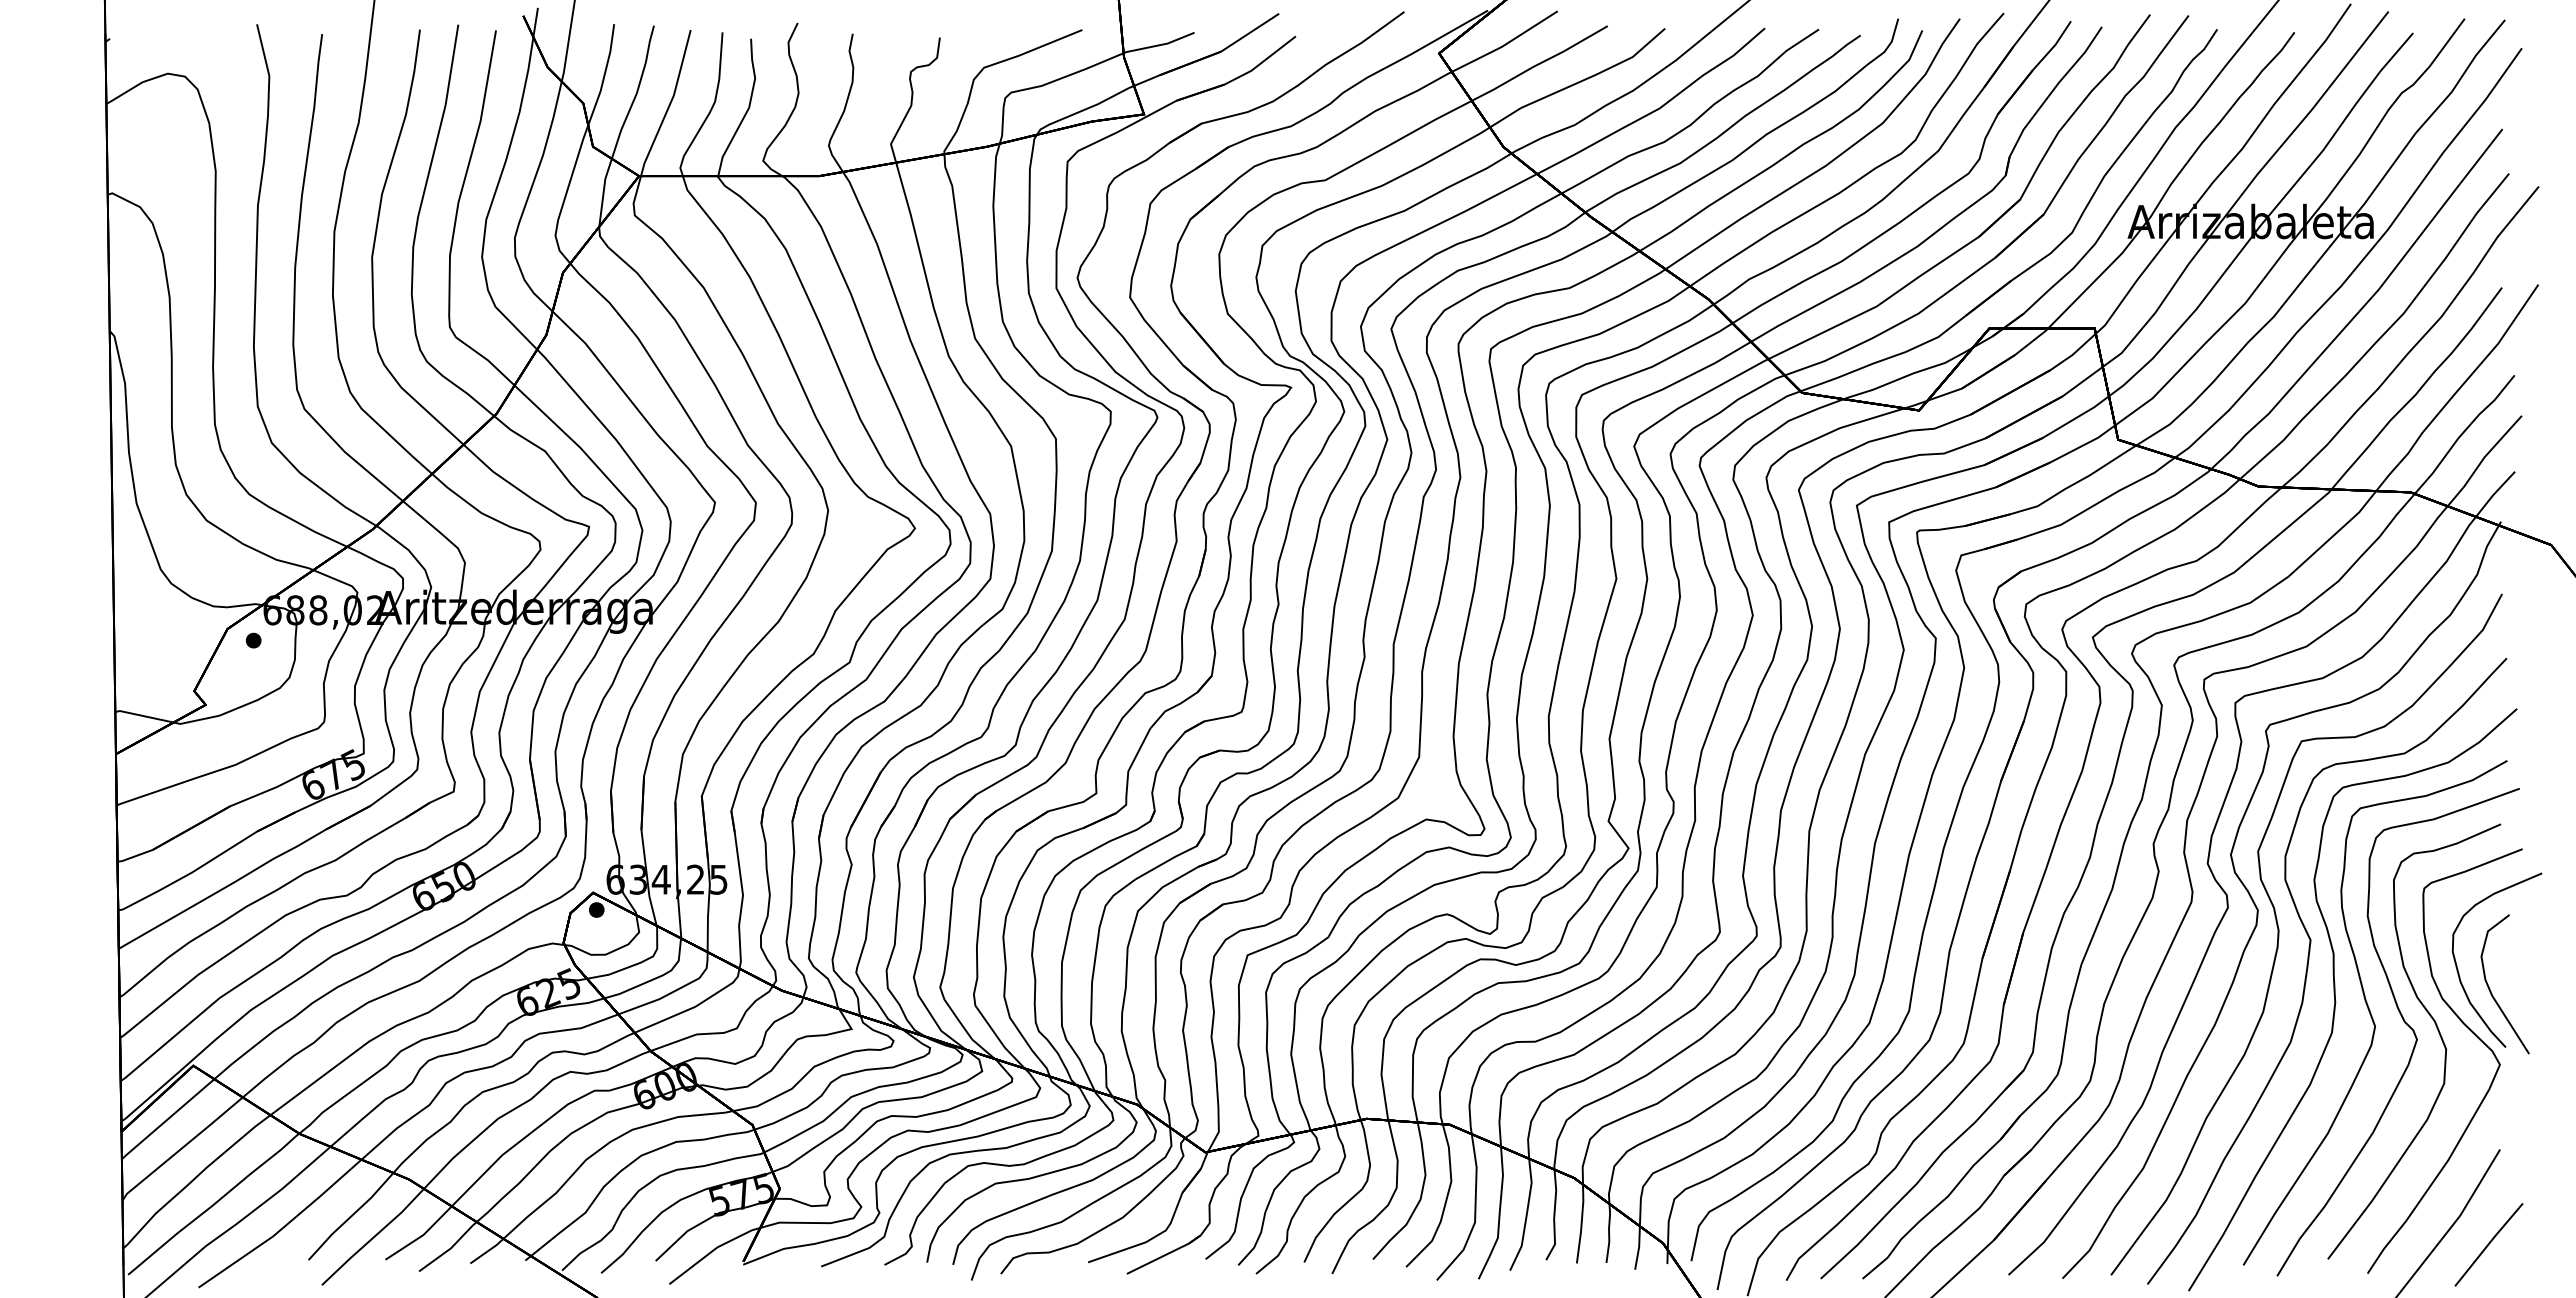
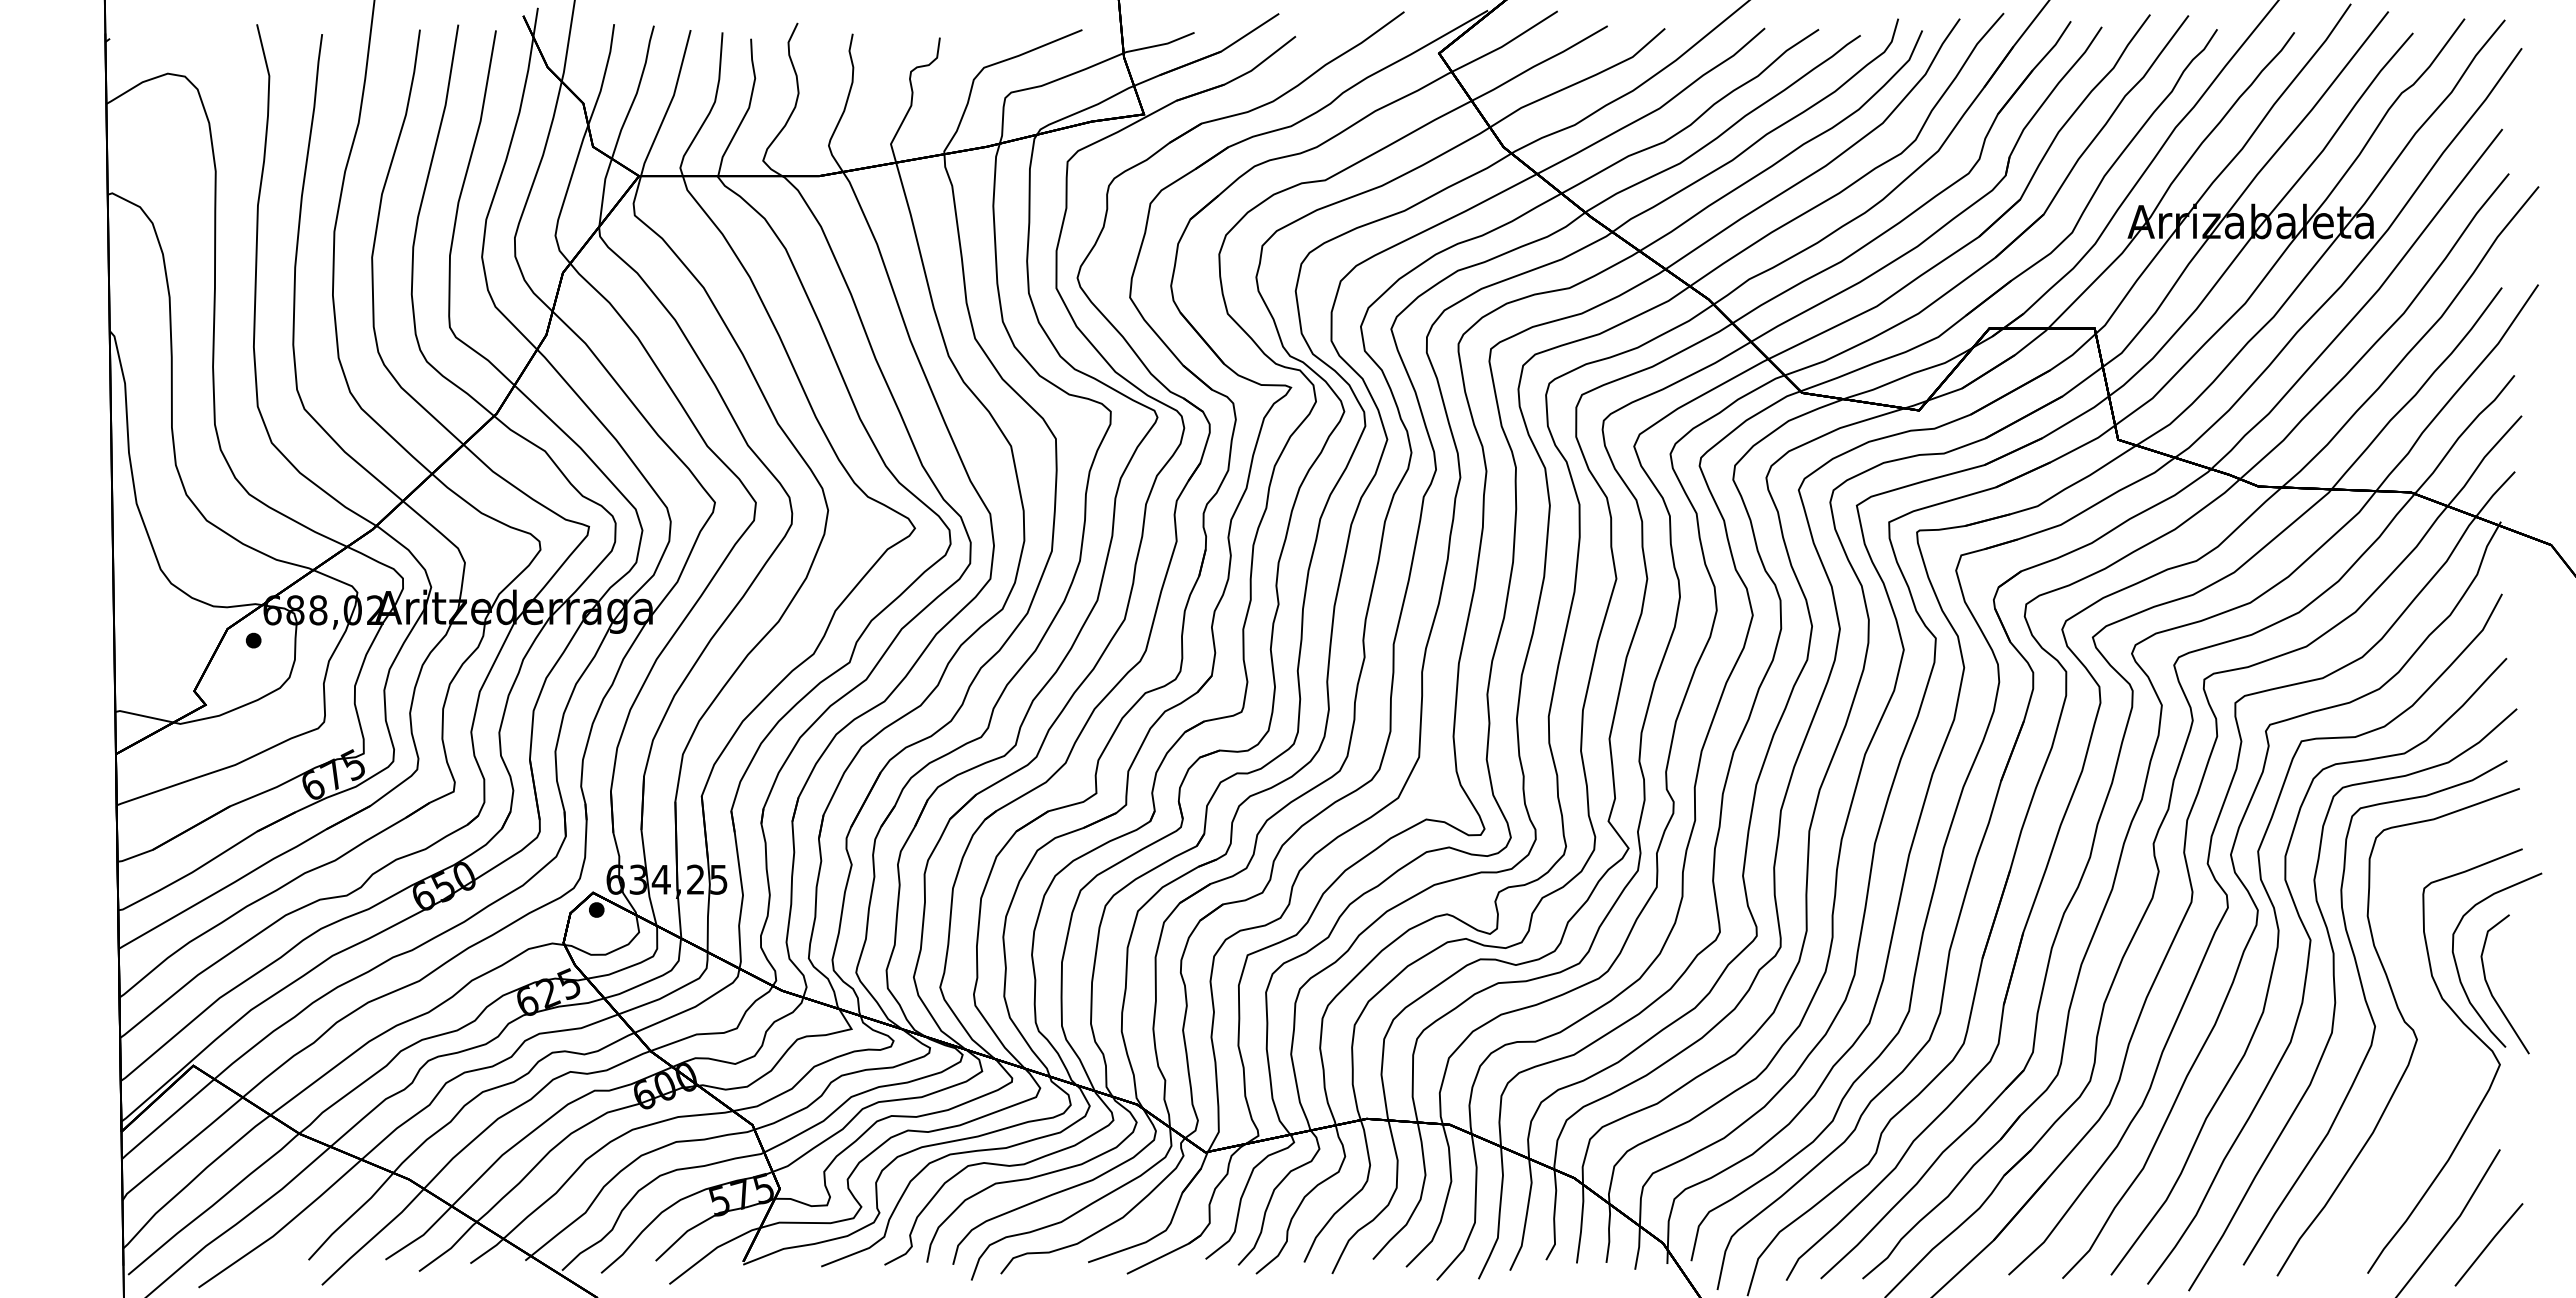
part at (2438, 1033): present -> none
